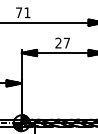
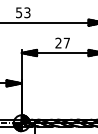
text at (23, 12): 71 -> 53
